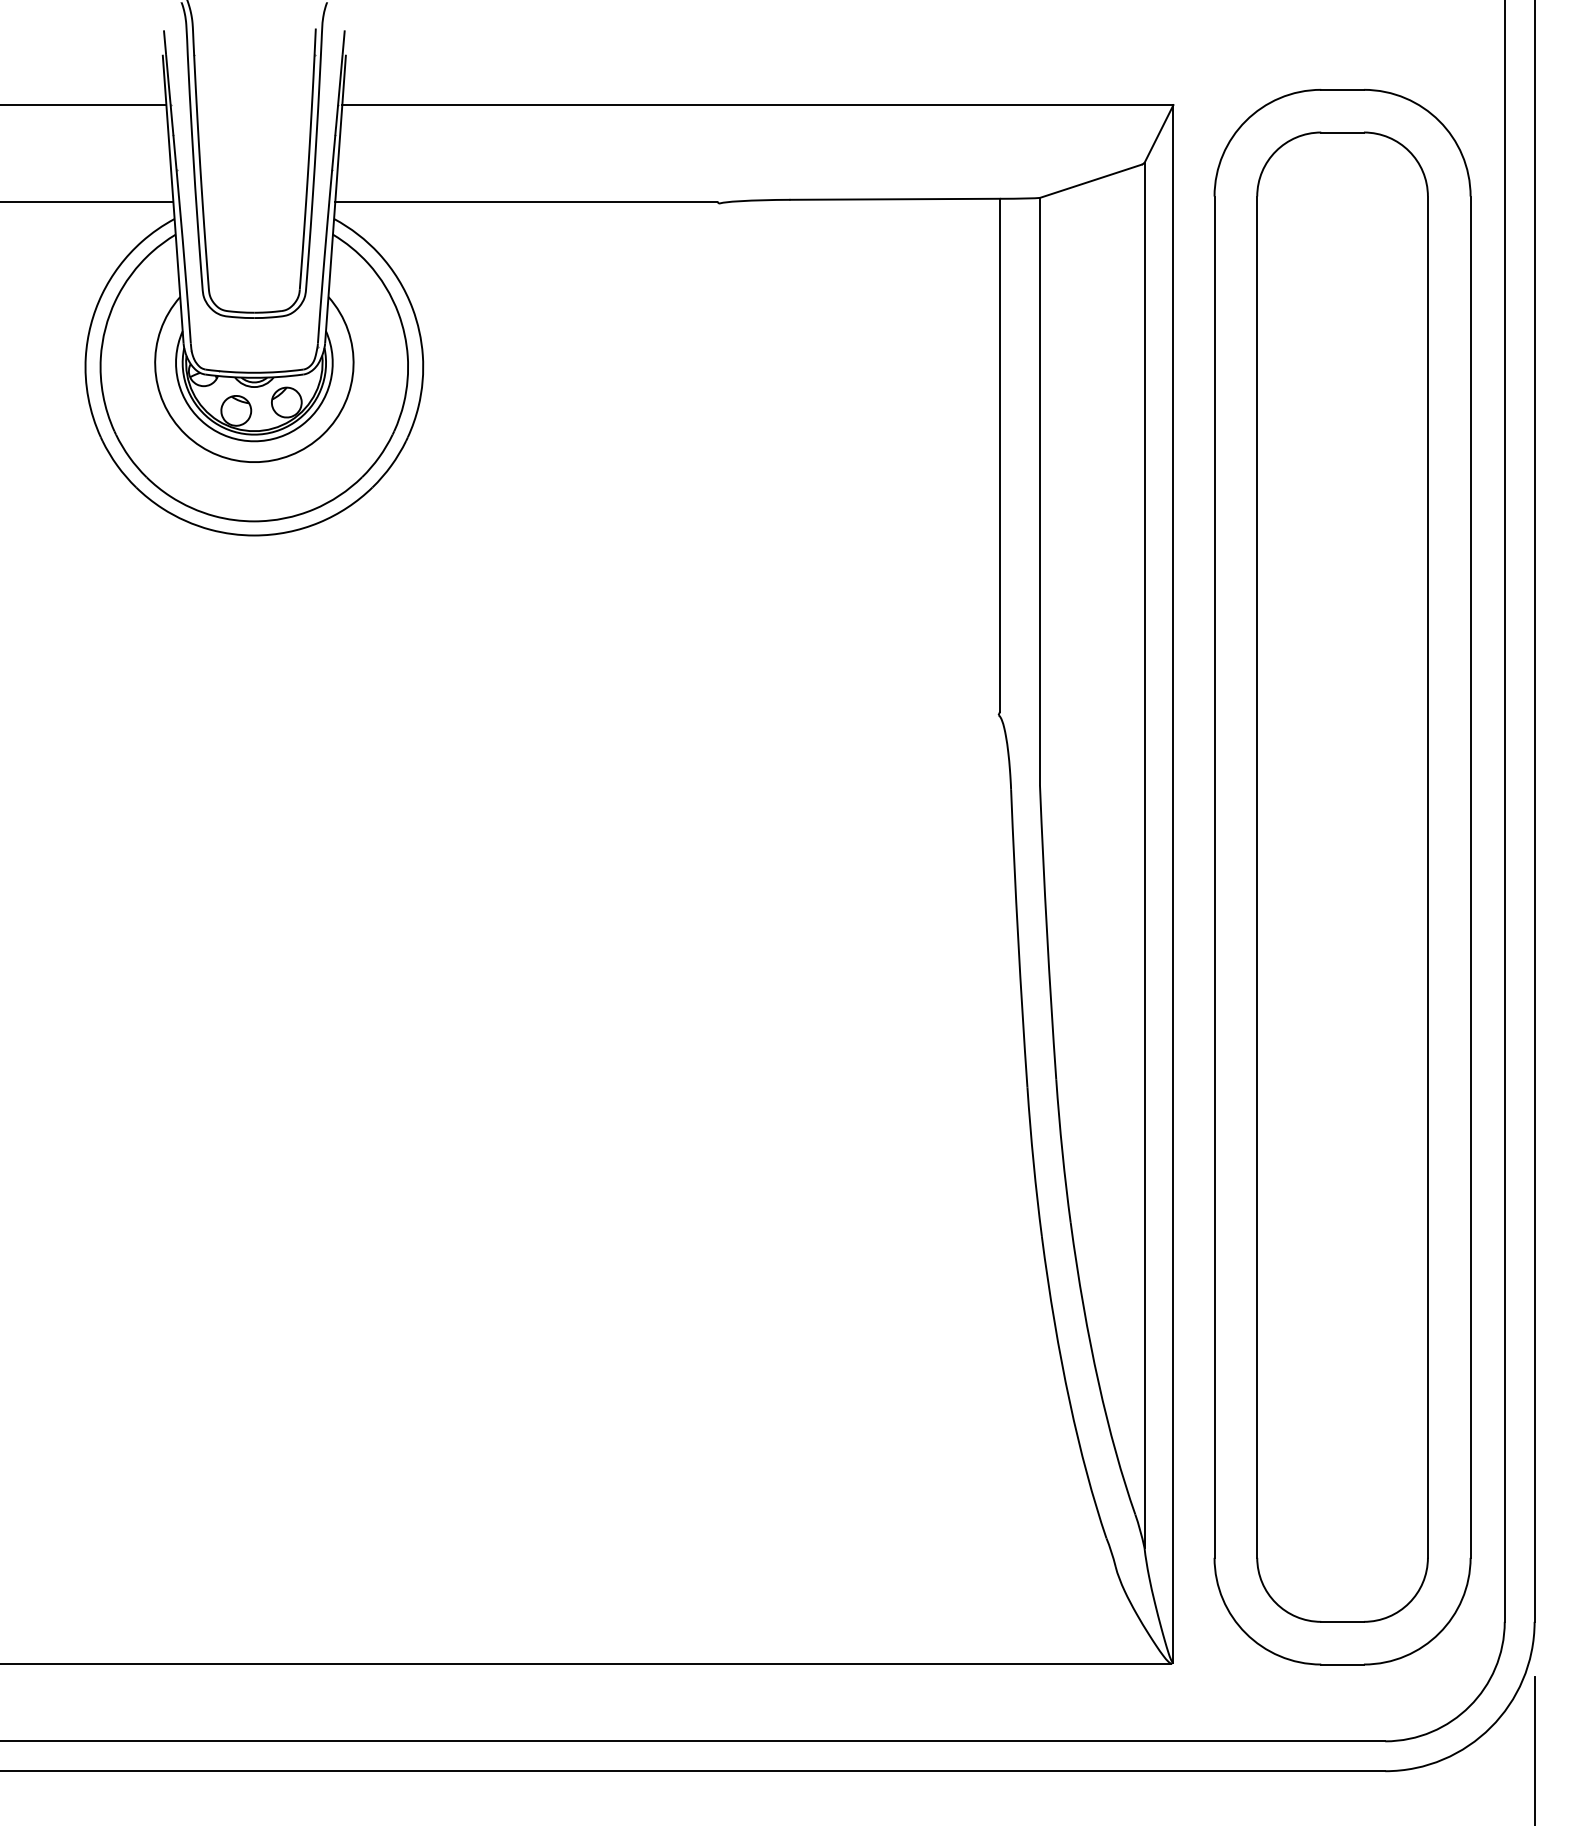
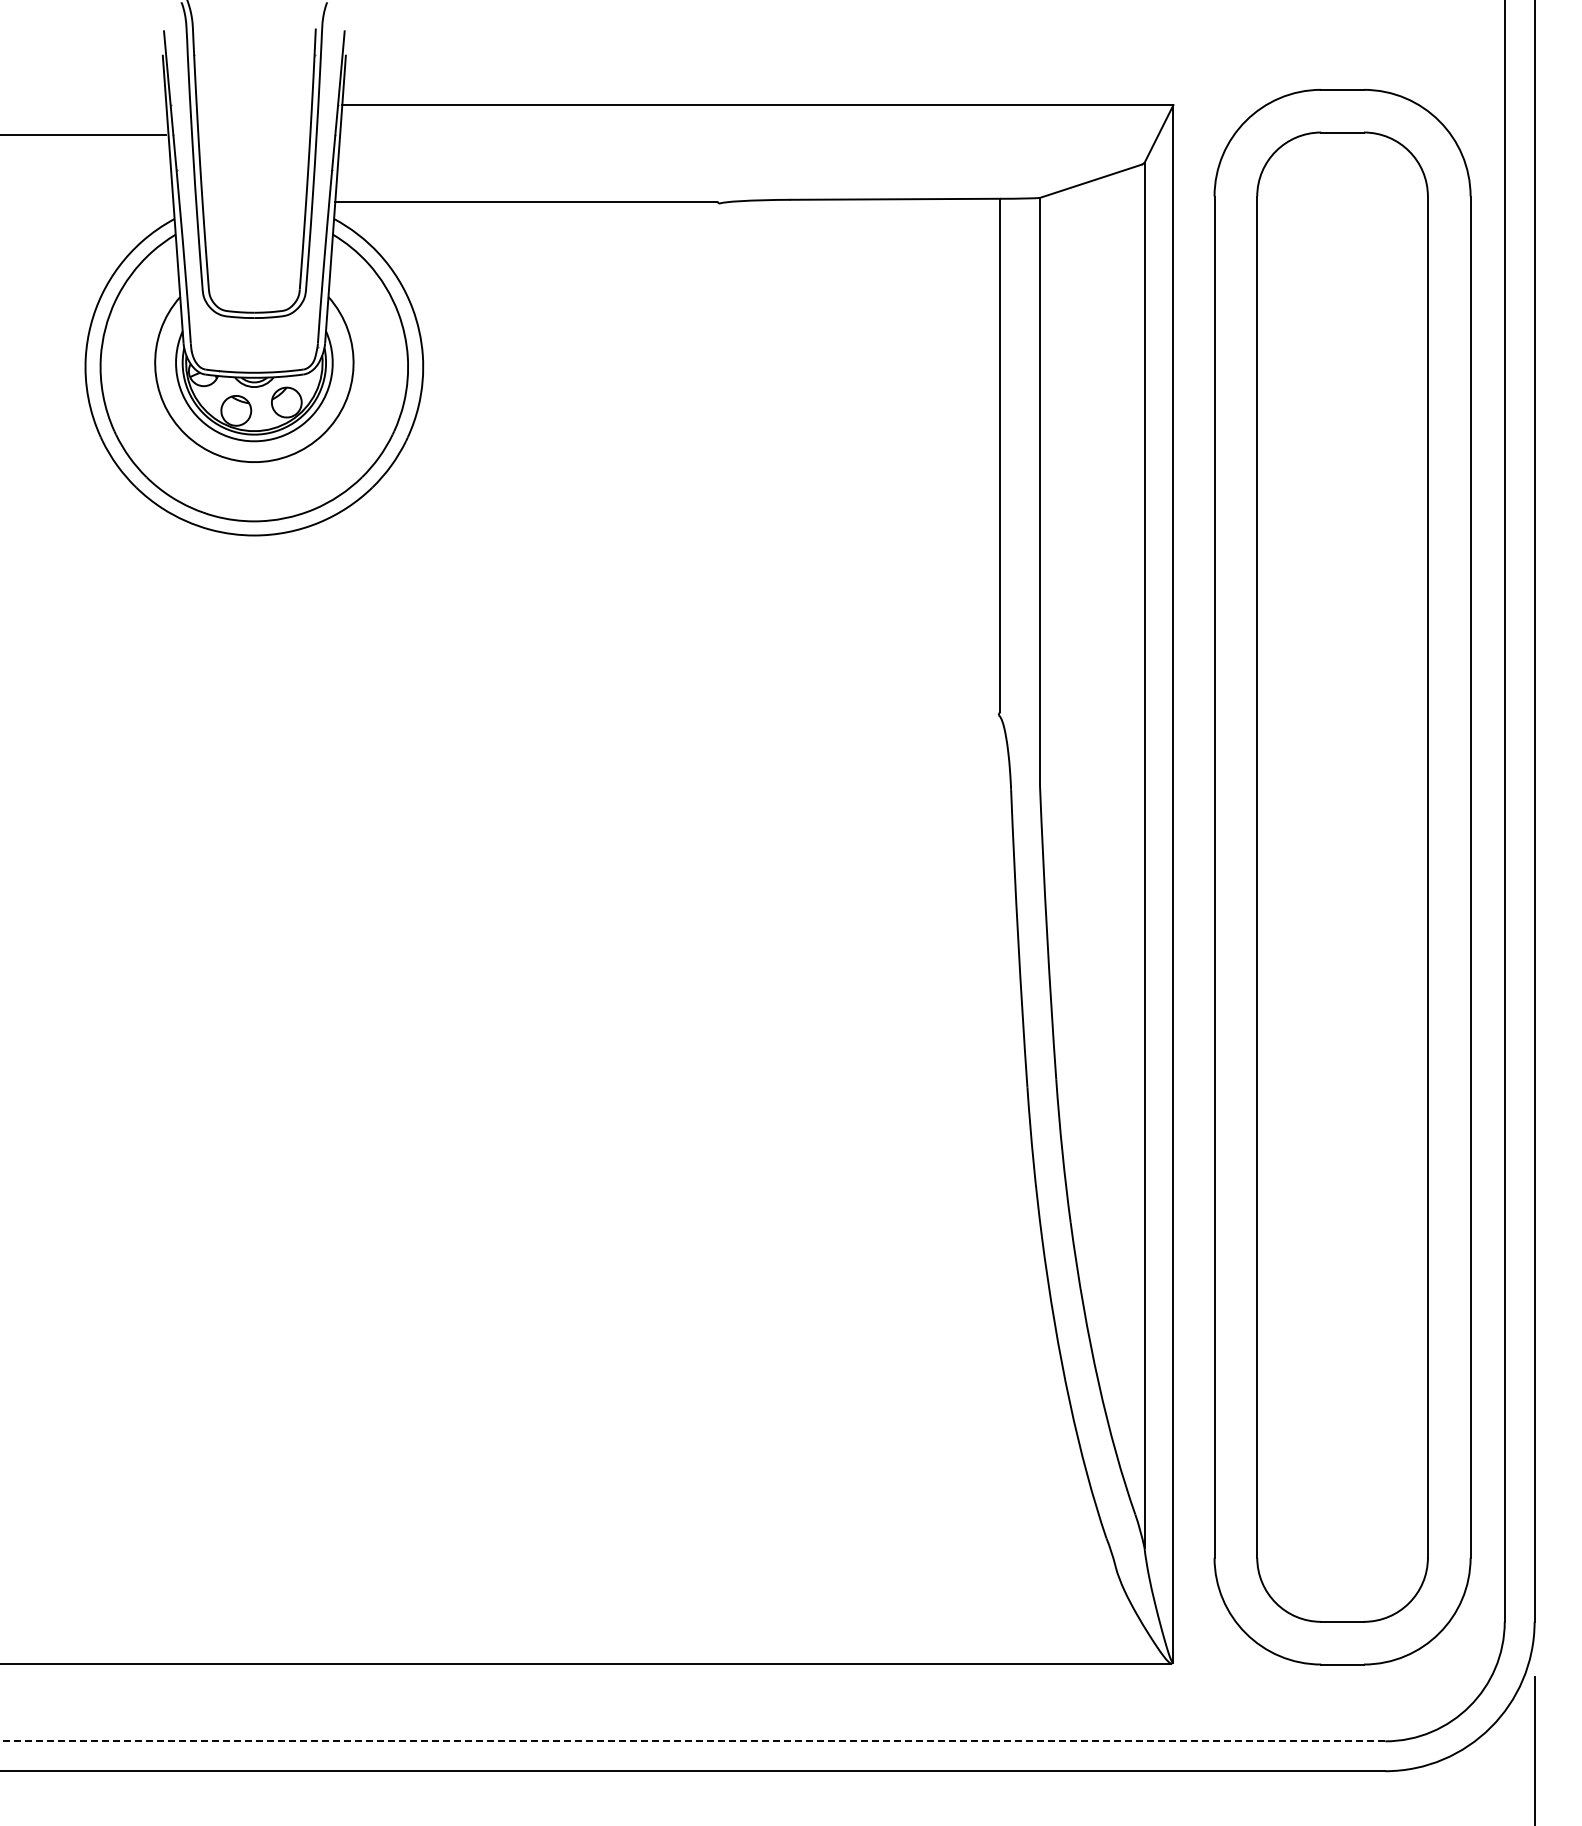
line at (84, 105) position: (84, 105) -> (84, 135)
line at (87, 201): present -> none
line at (692, 1741): solid -> dashed
